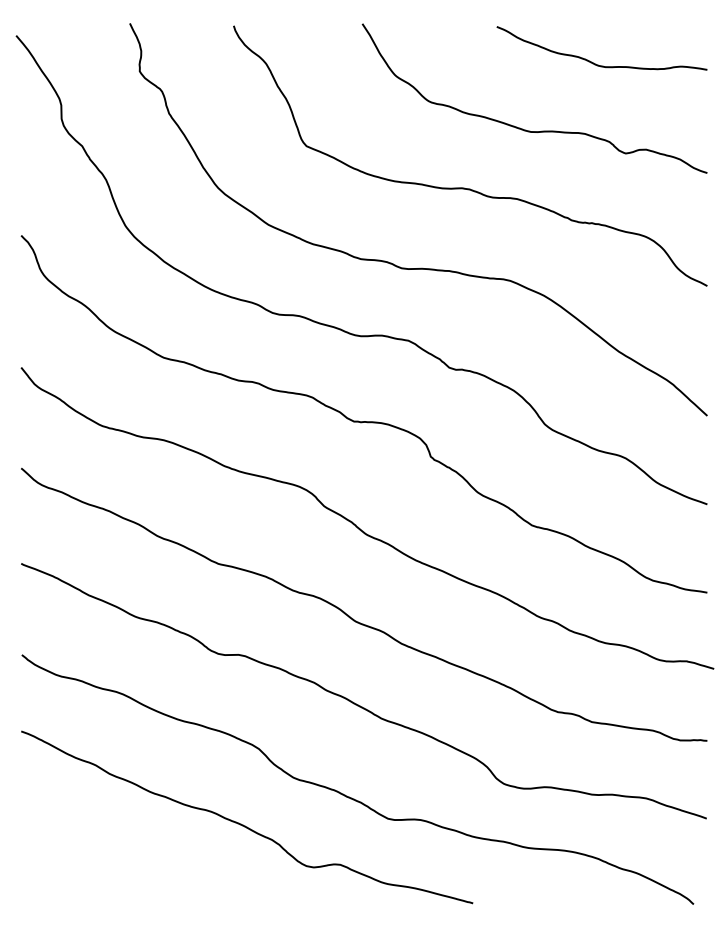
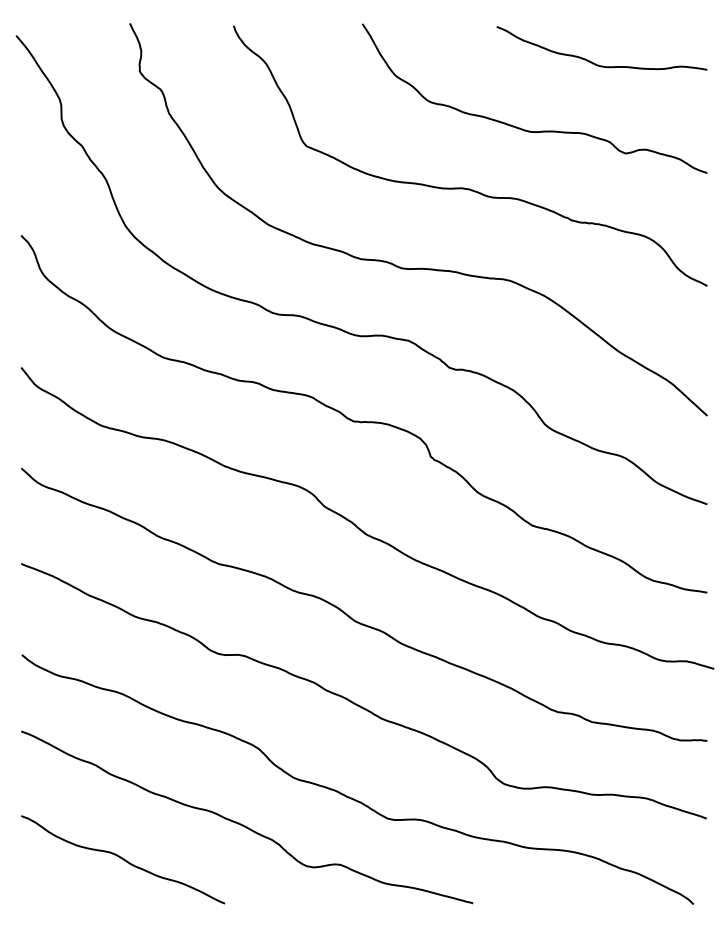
curve at (123, 859): none -> present
